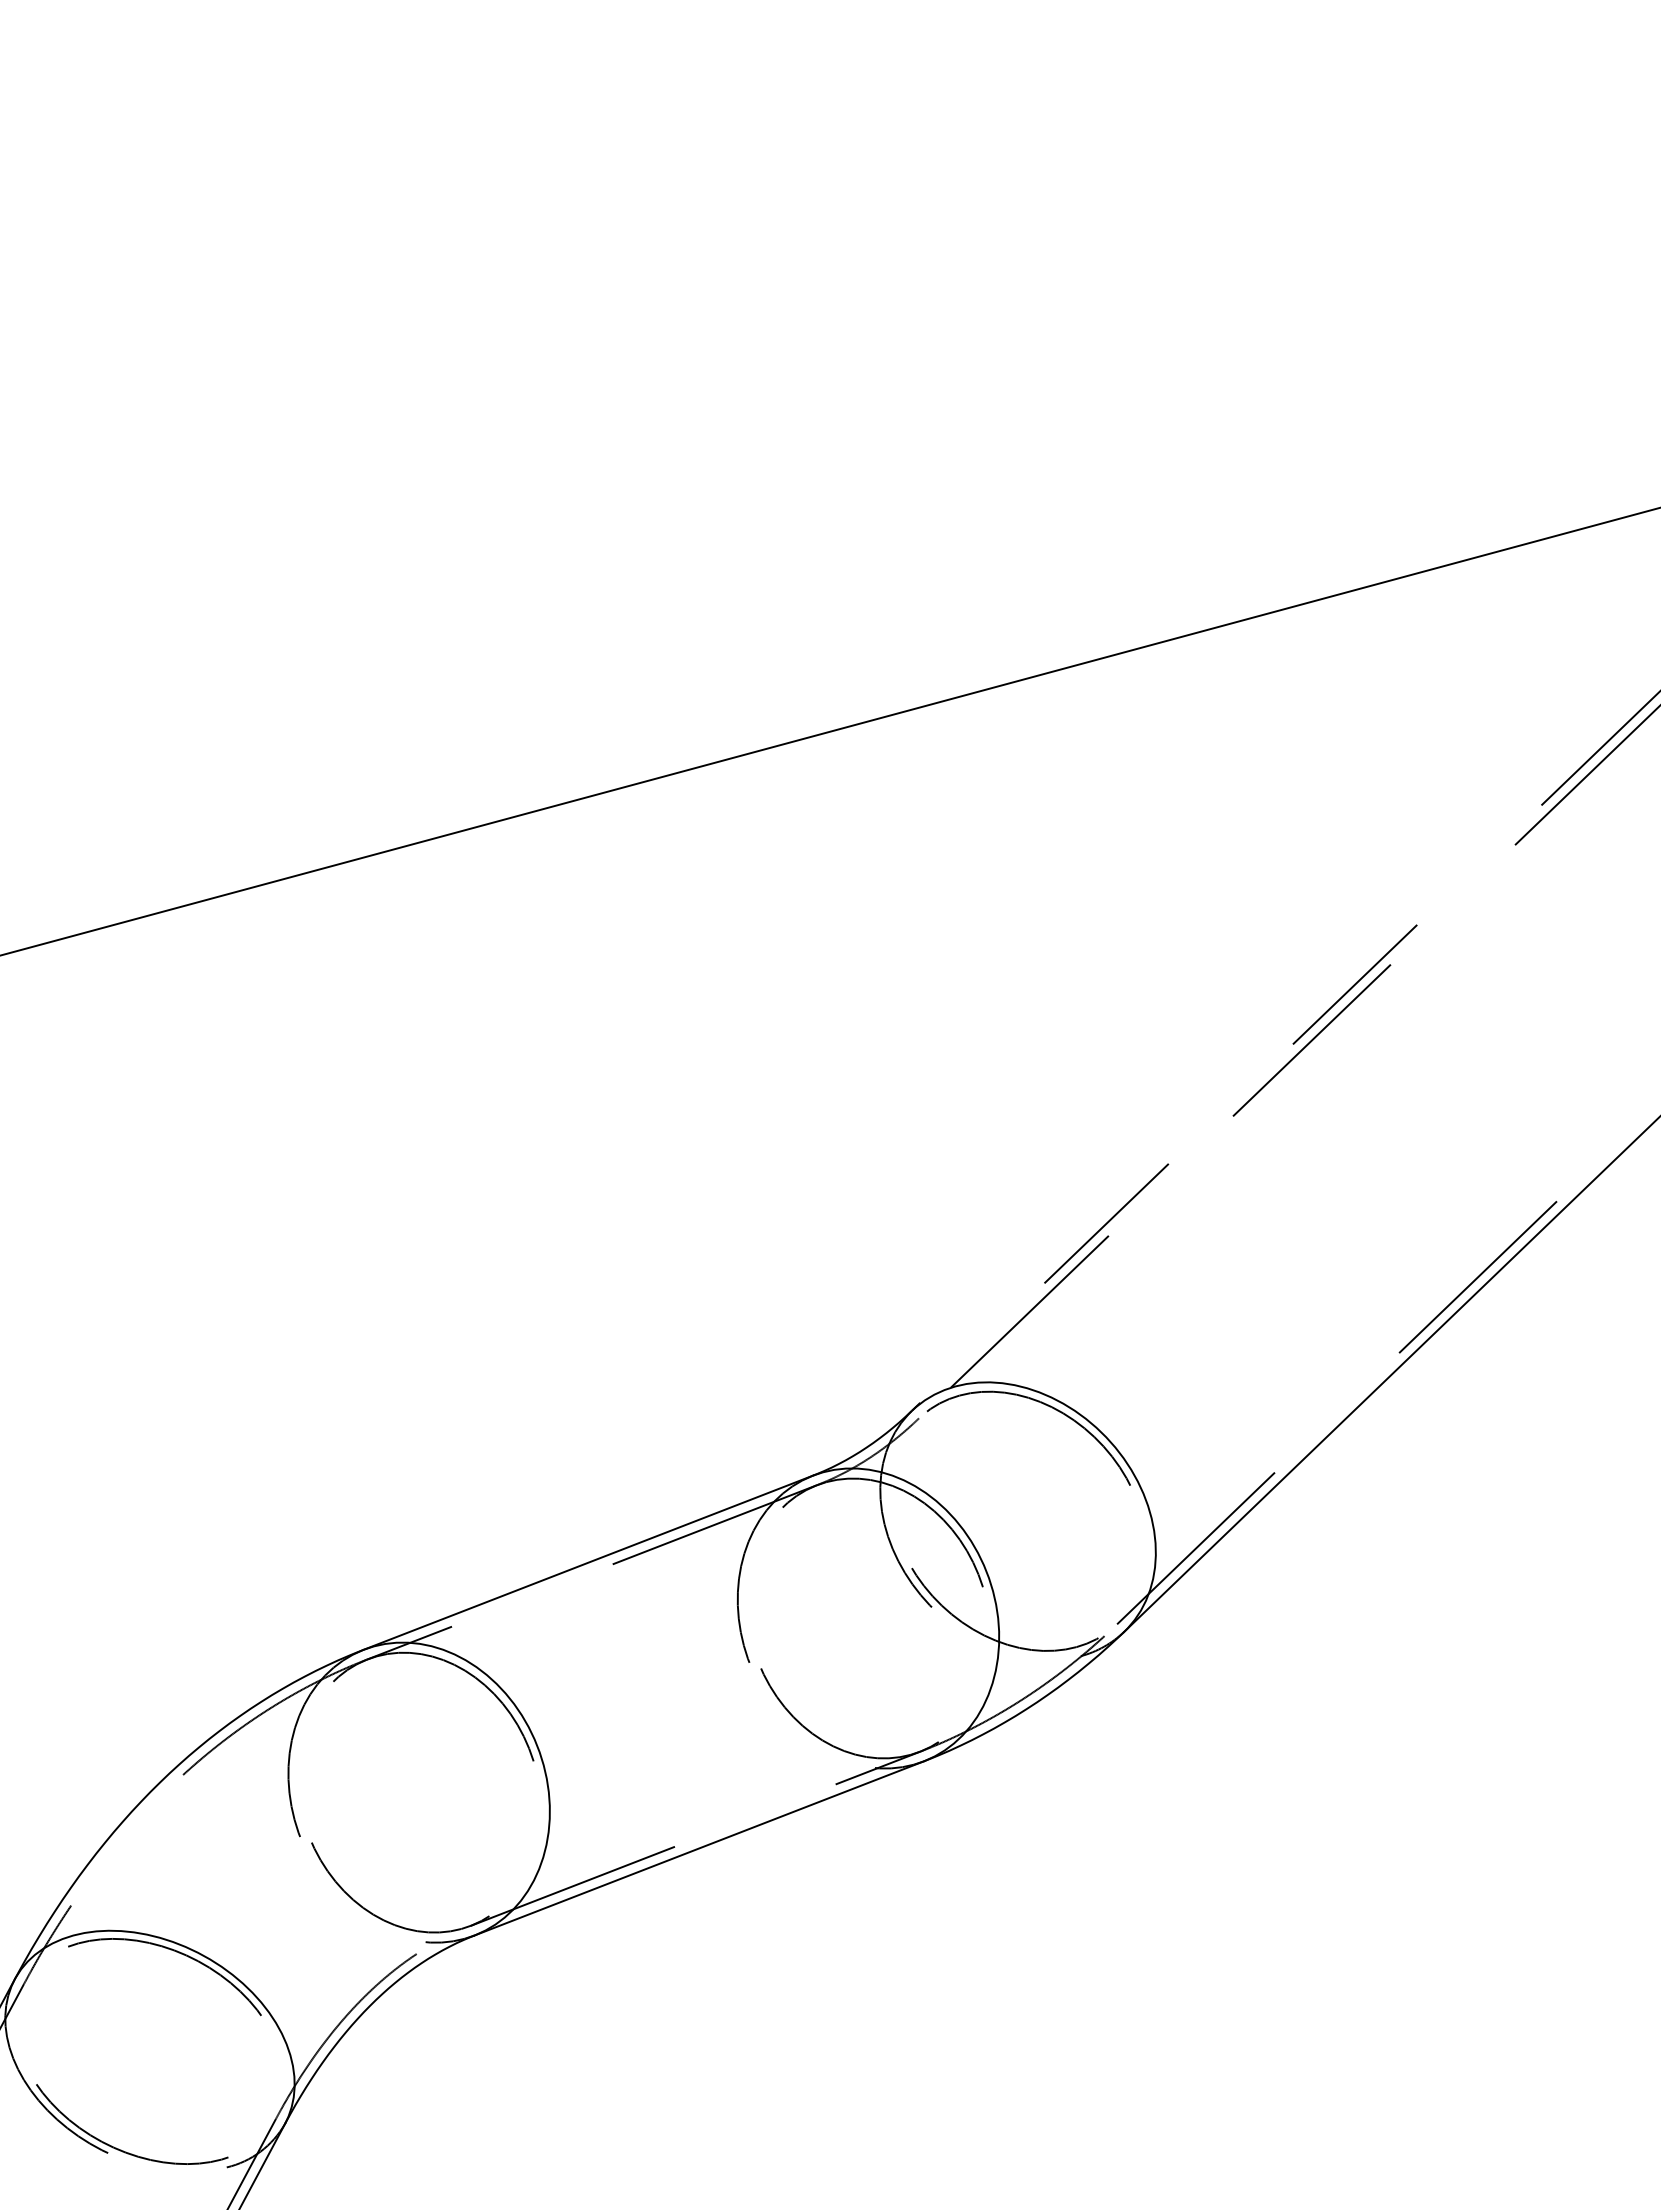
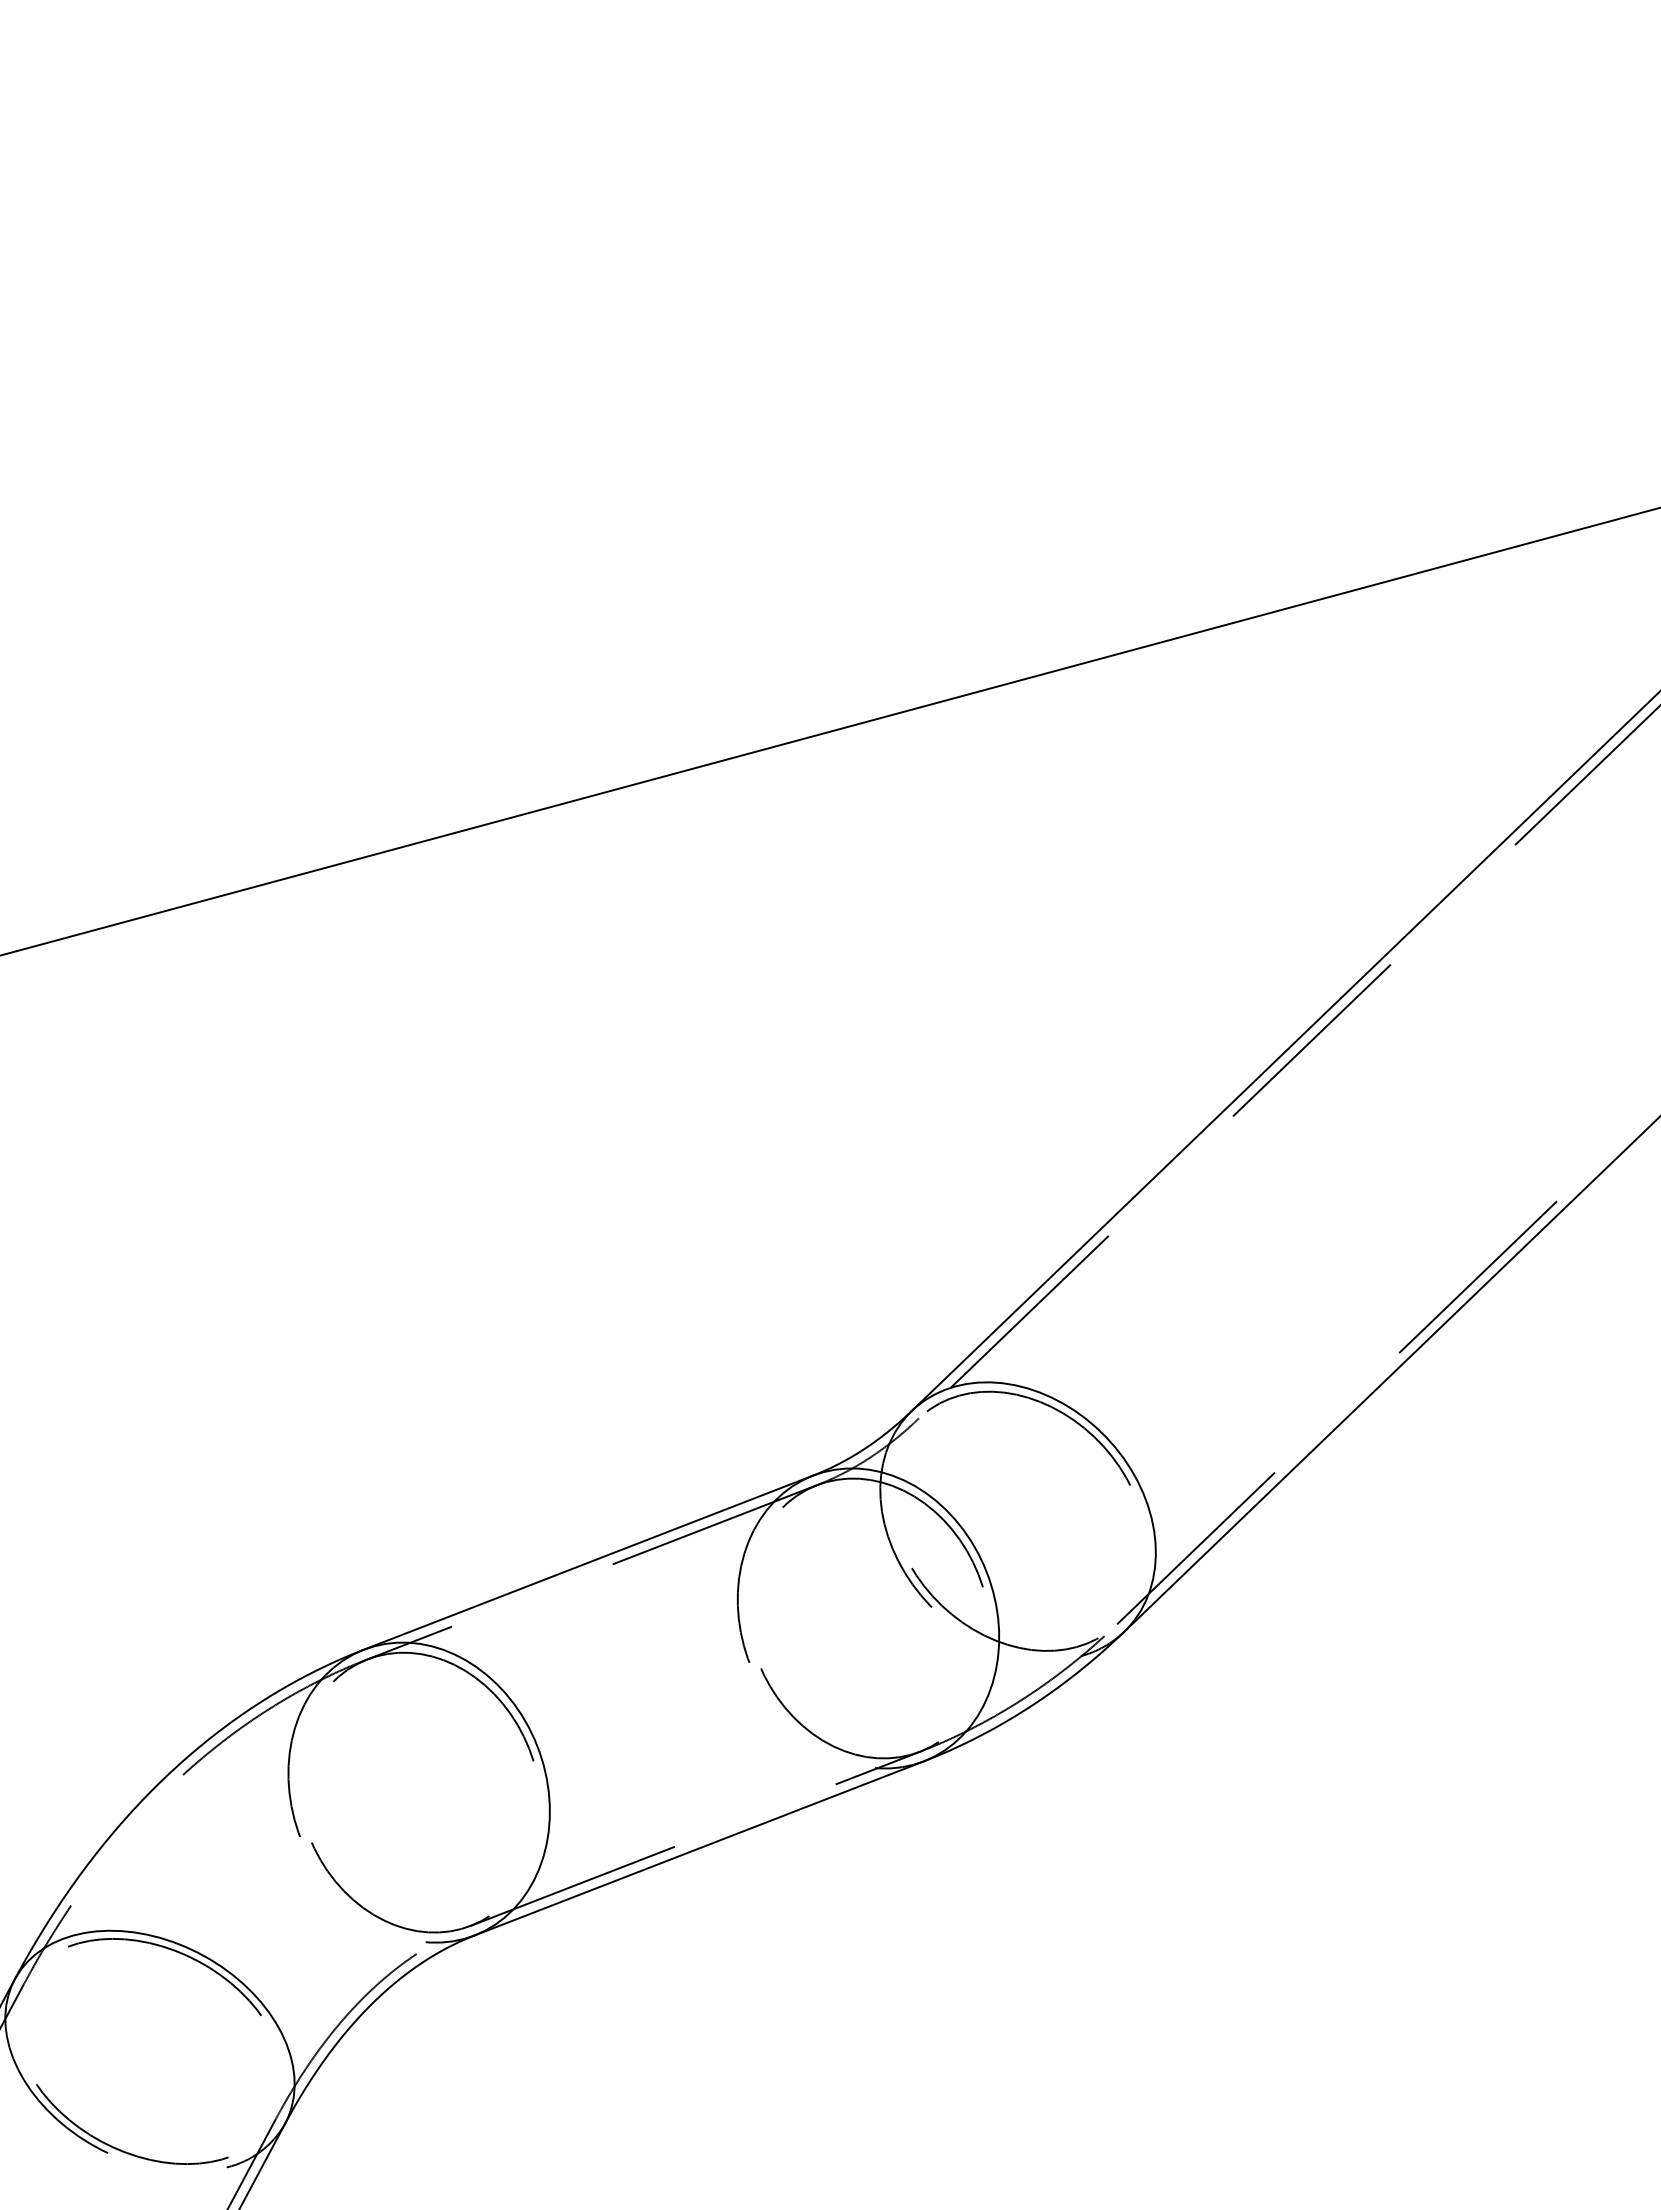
line at (1285, 1051): dashed -> solid
